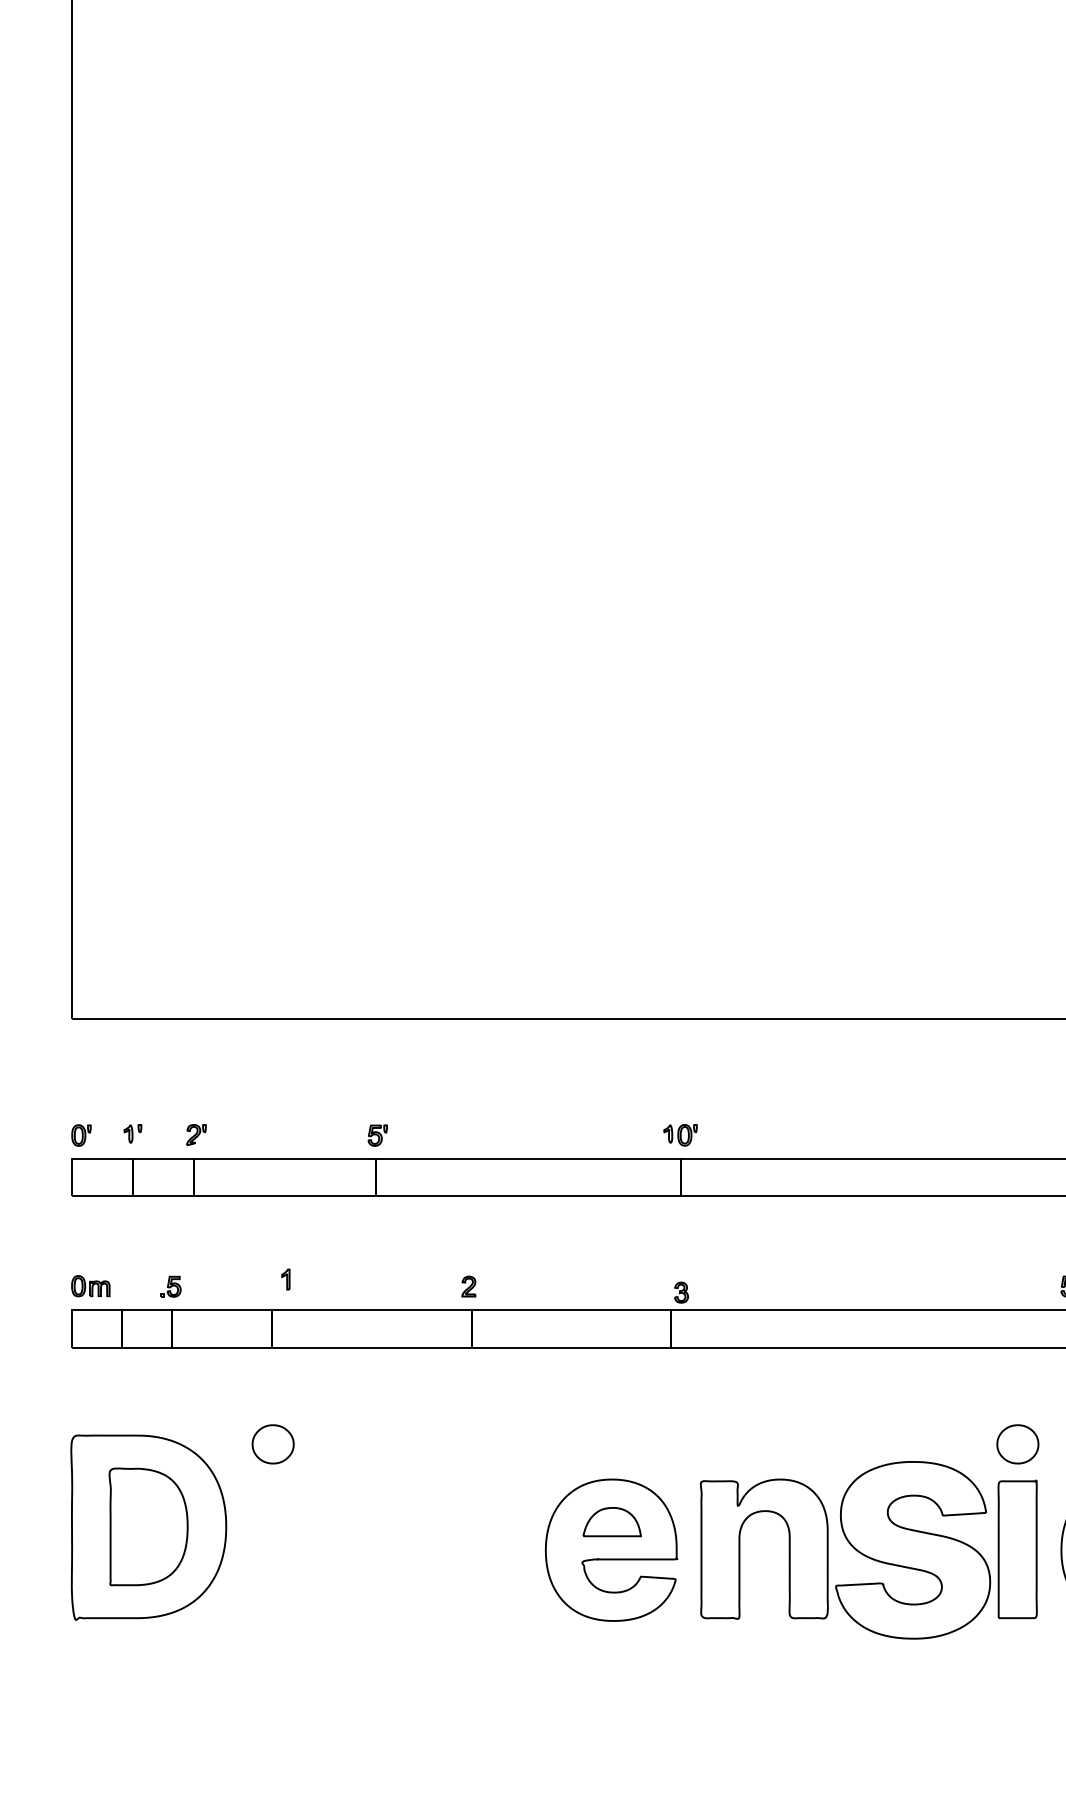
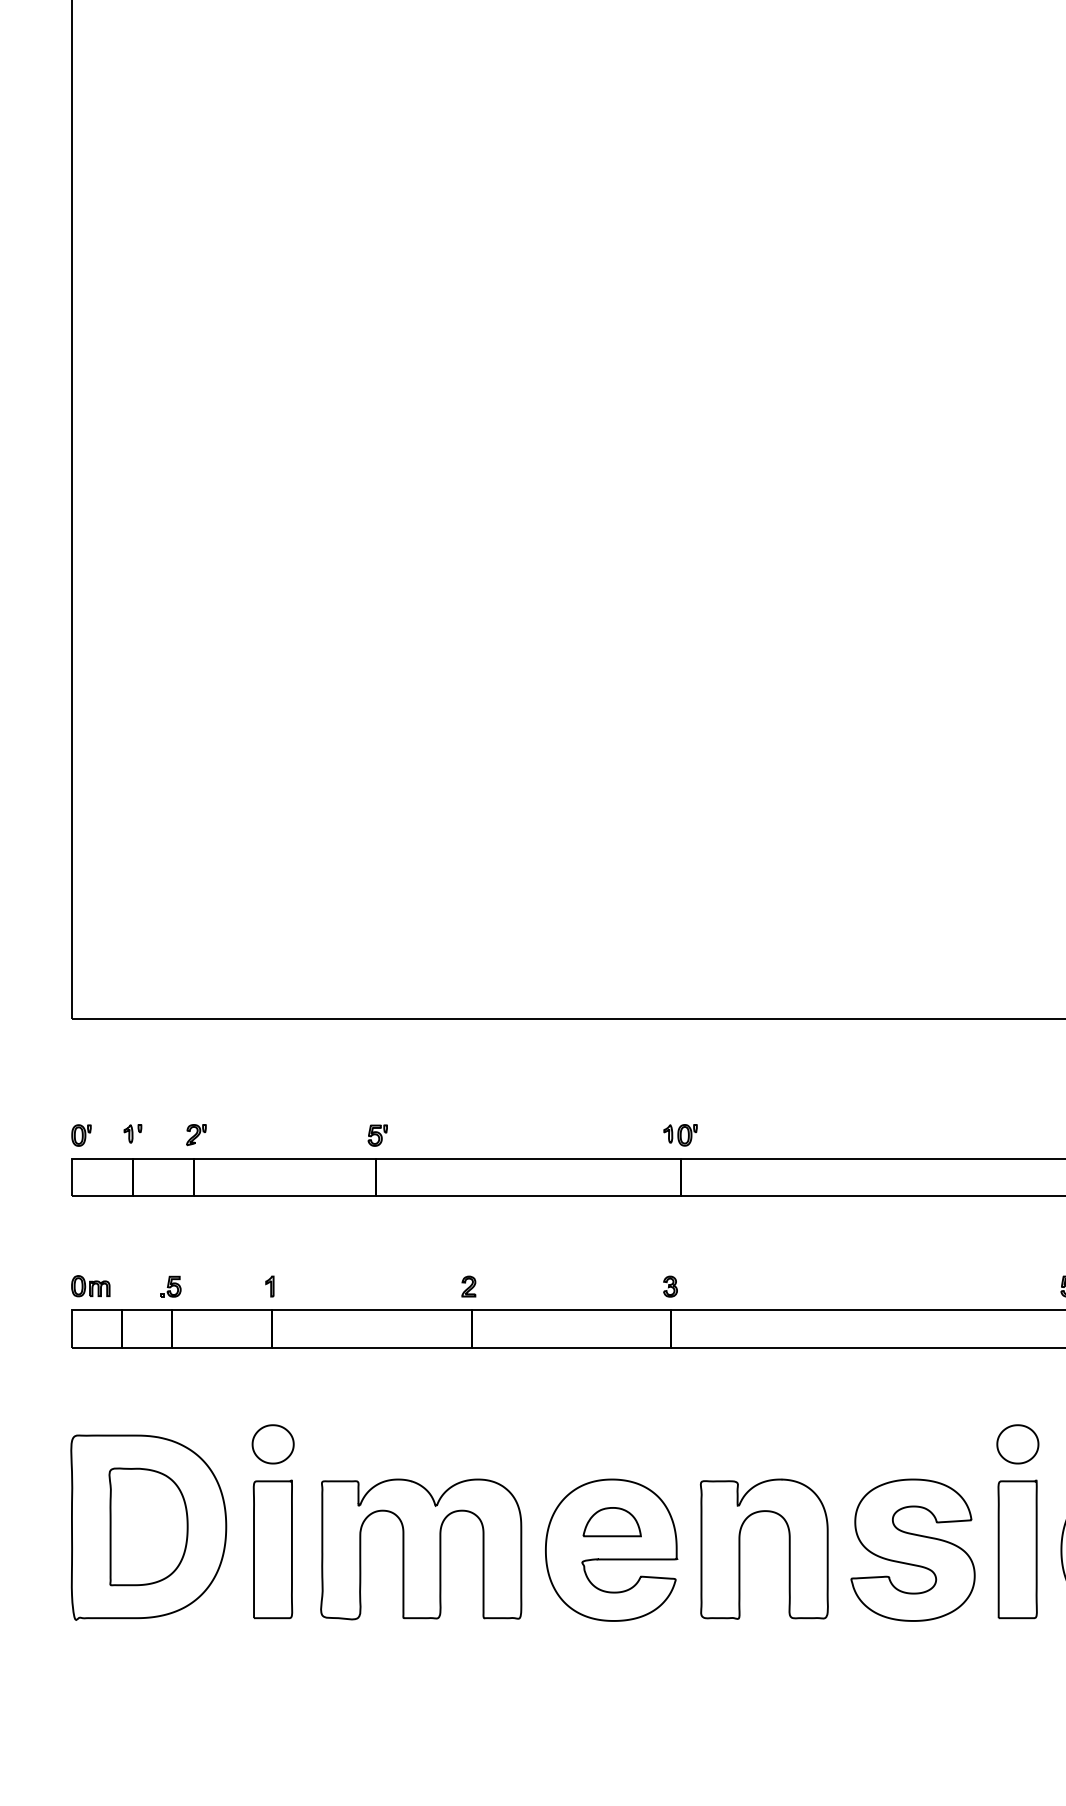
part at (285, 1279) position: (285, 1279) -> (269, 1286)
part at (681, 1292) position: (681, 1292) -> (670, 1286)
part at (272, 1549): none -> present
part at (421, 1549): none -> present
part at (913, 1550) size: 157x179 px -> 126x144 px
